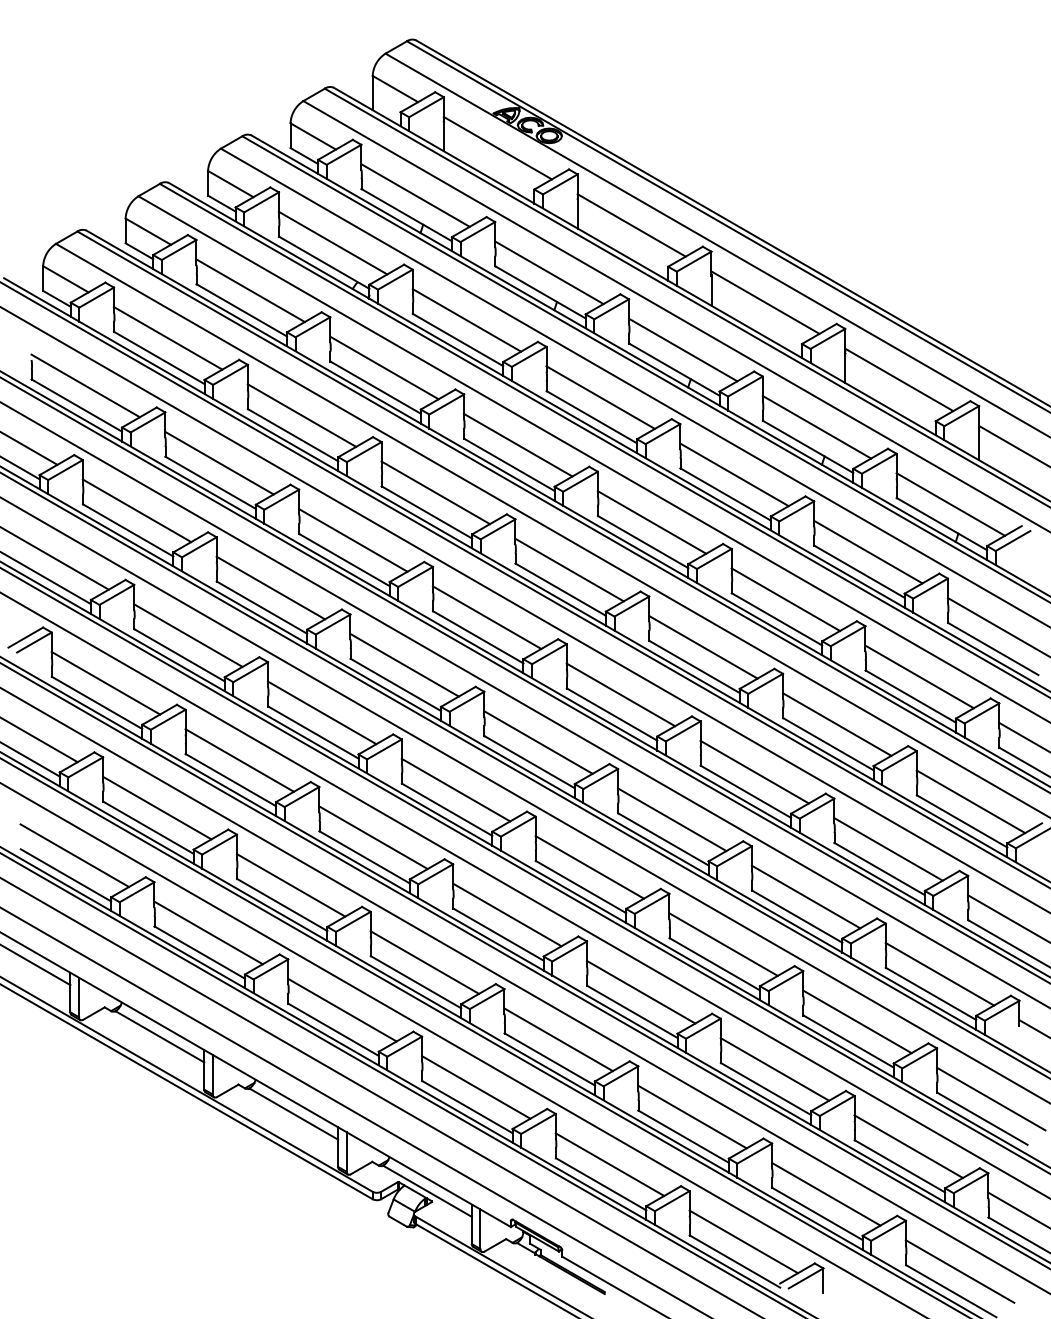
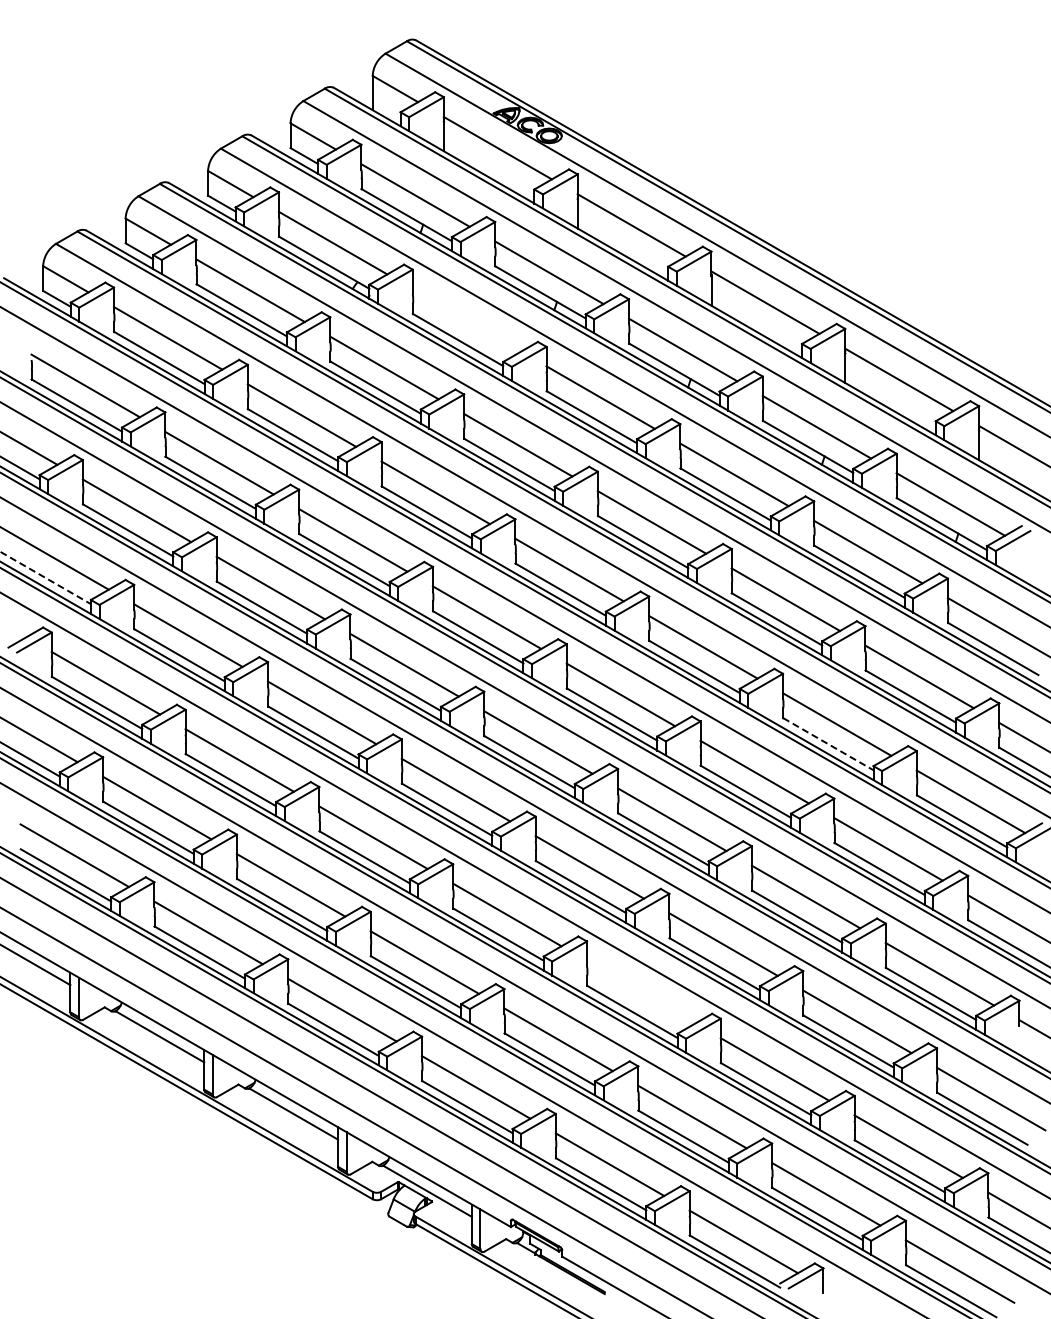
line at (466, 320): present -> none
line at (46, 578): solid -> dashed
line at (828, 744): solid -> dashed
line at (640, 991): present -> none
